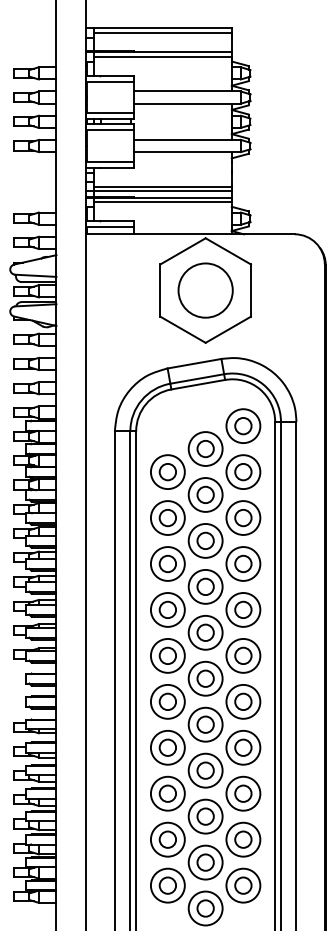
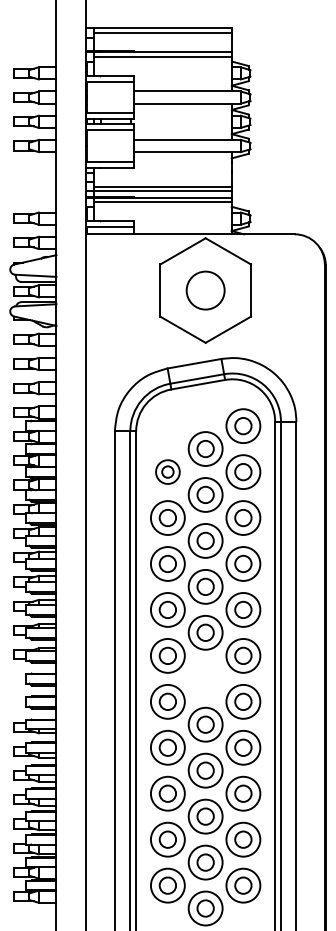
circle at (205, 290) diameter: 54 px -> 38 px
part at (167, 471) size: 36x36 px -> 26x26 px
part at (205, 678): present -> none
